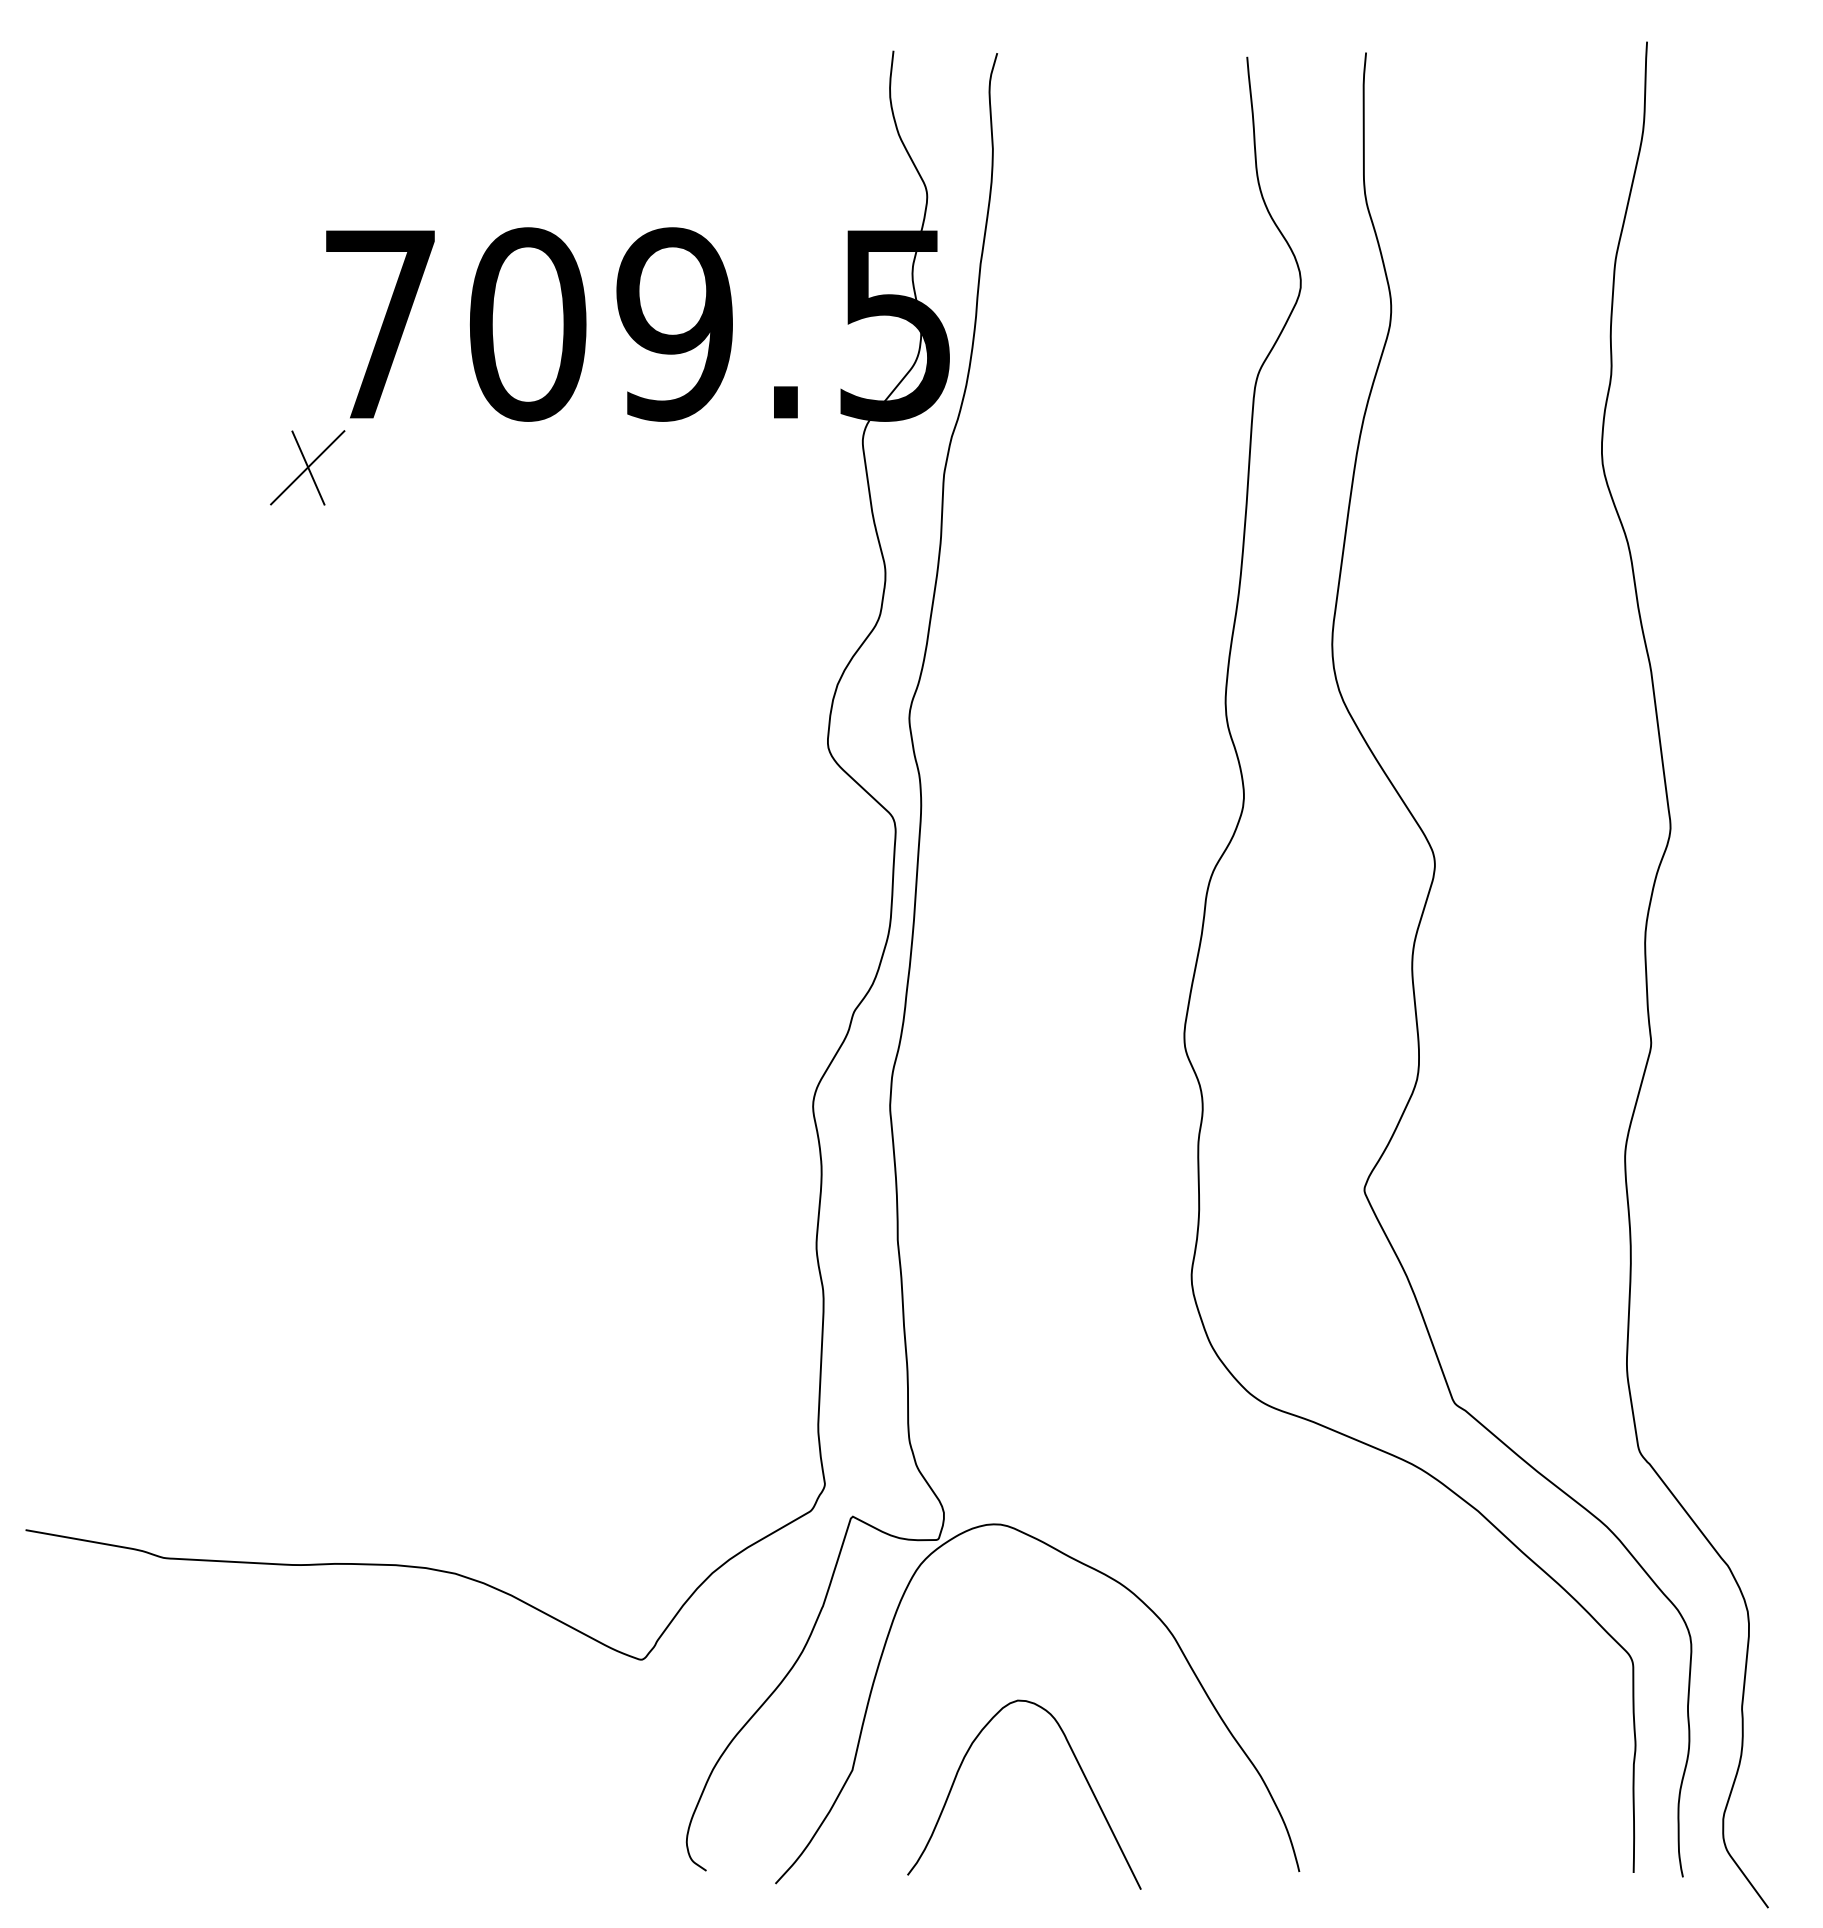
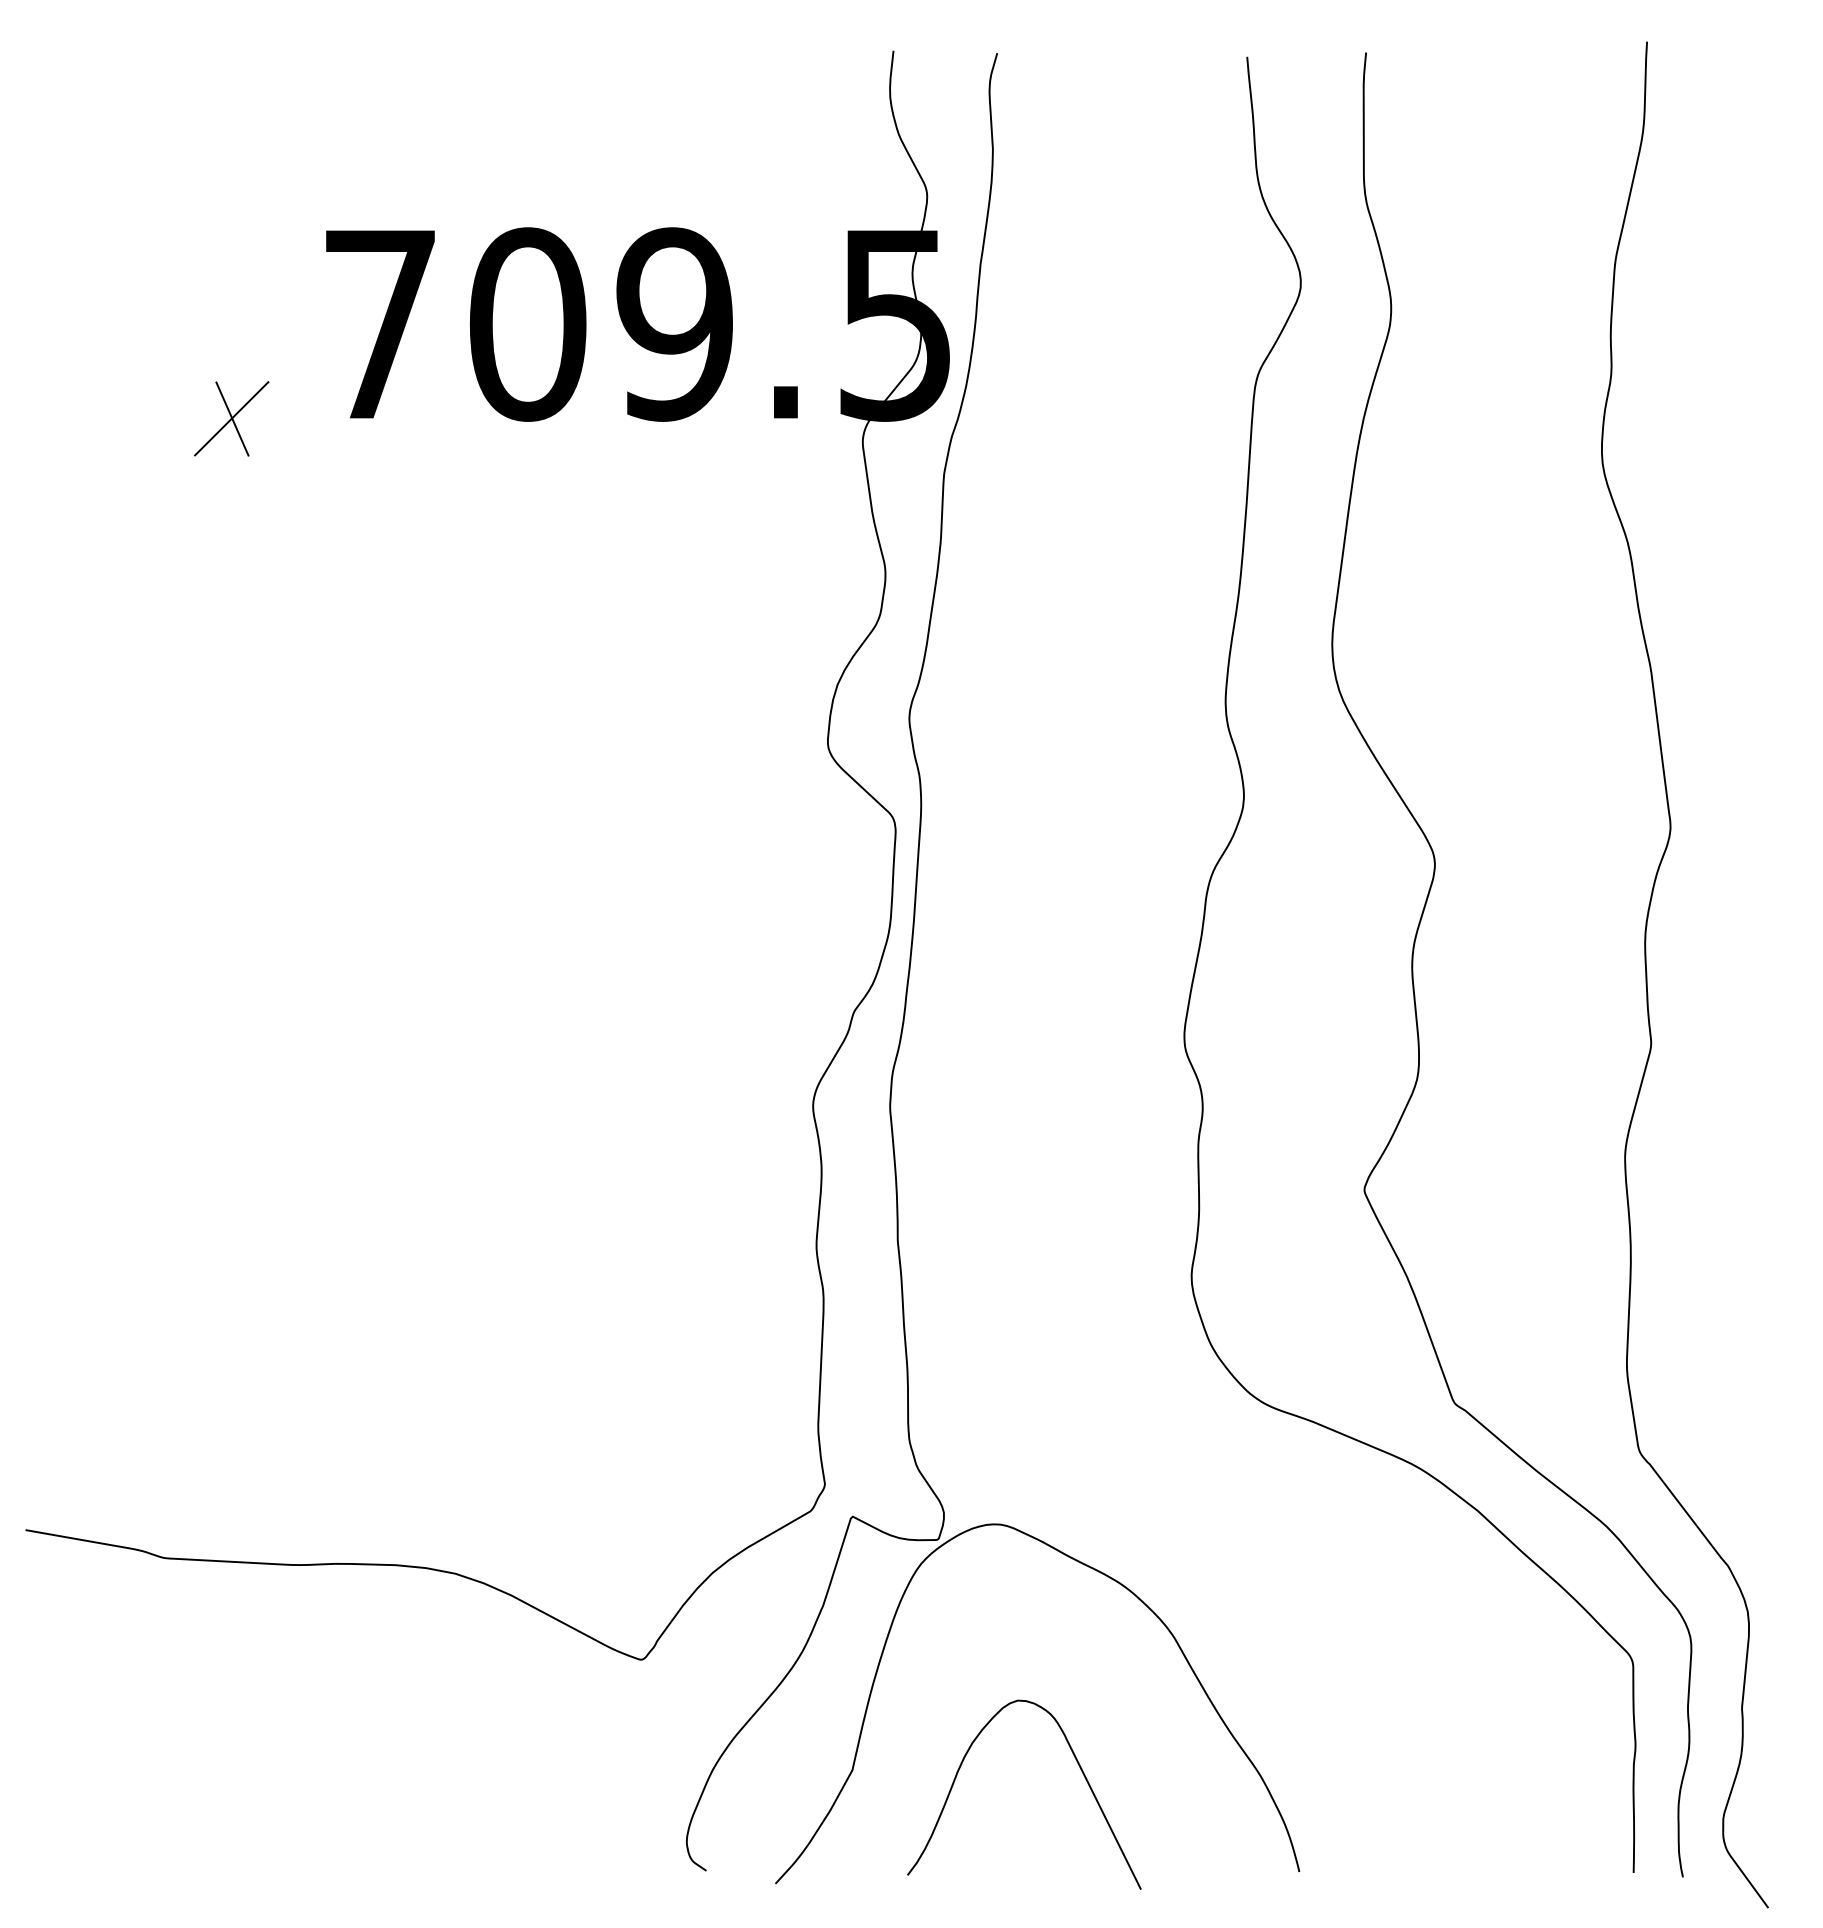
part at (307, 467) position: (307, 467) -> (231, 418)
